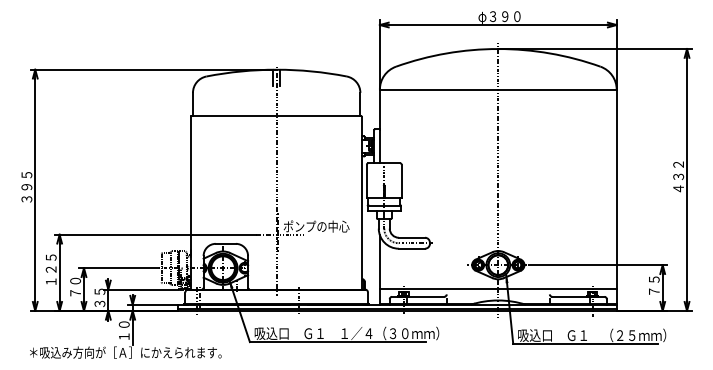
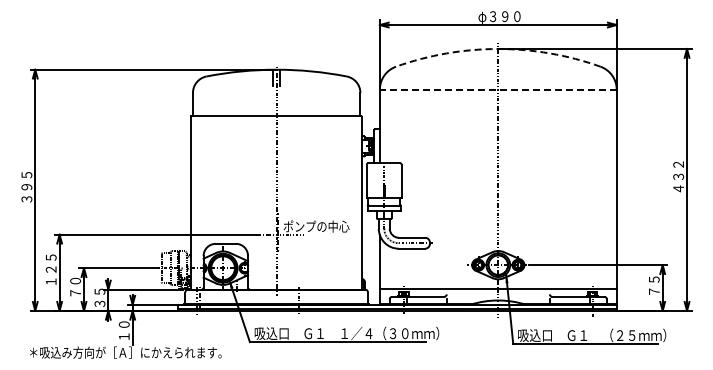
arc at (498, 49): solid -> dashed
line at (497, 89): solid -> dashed
